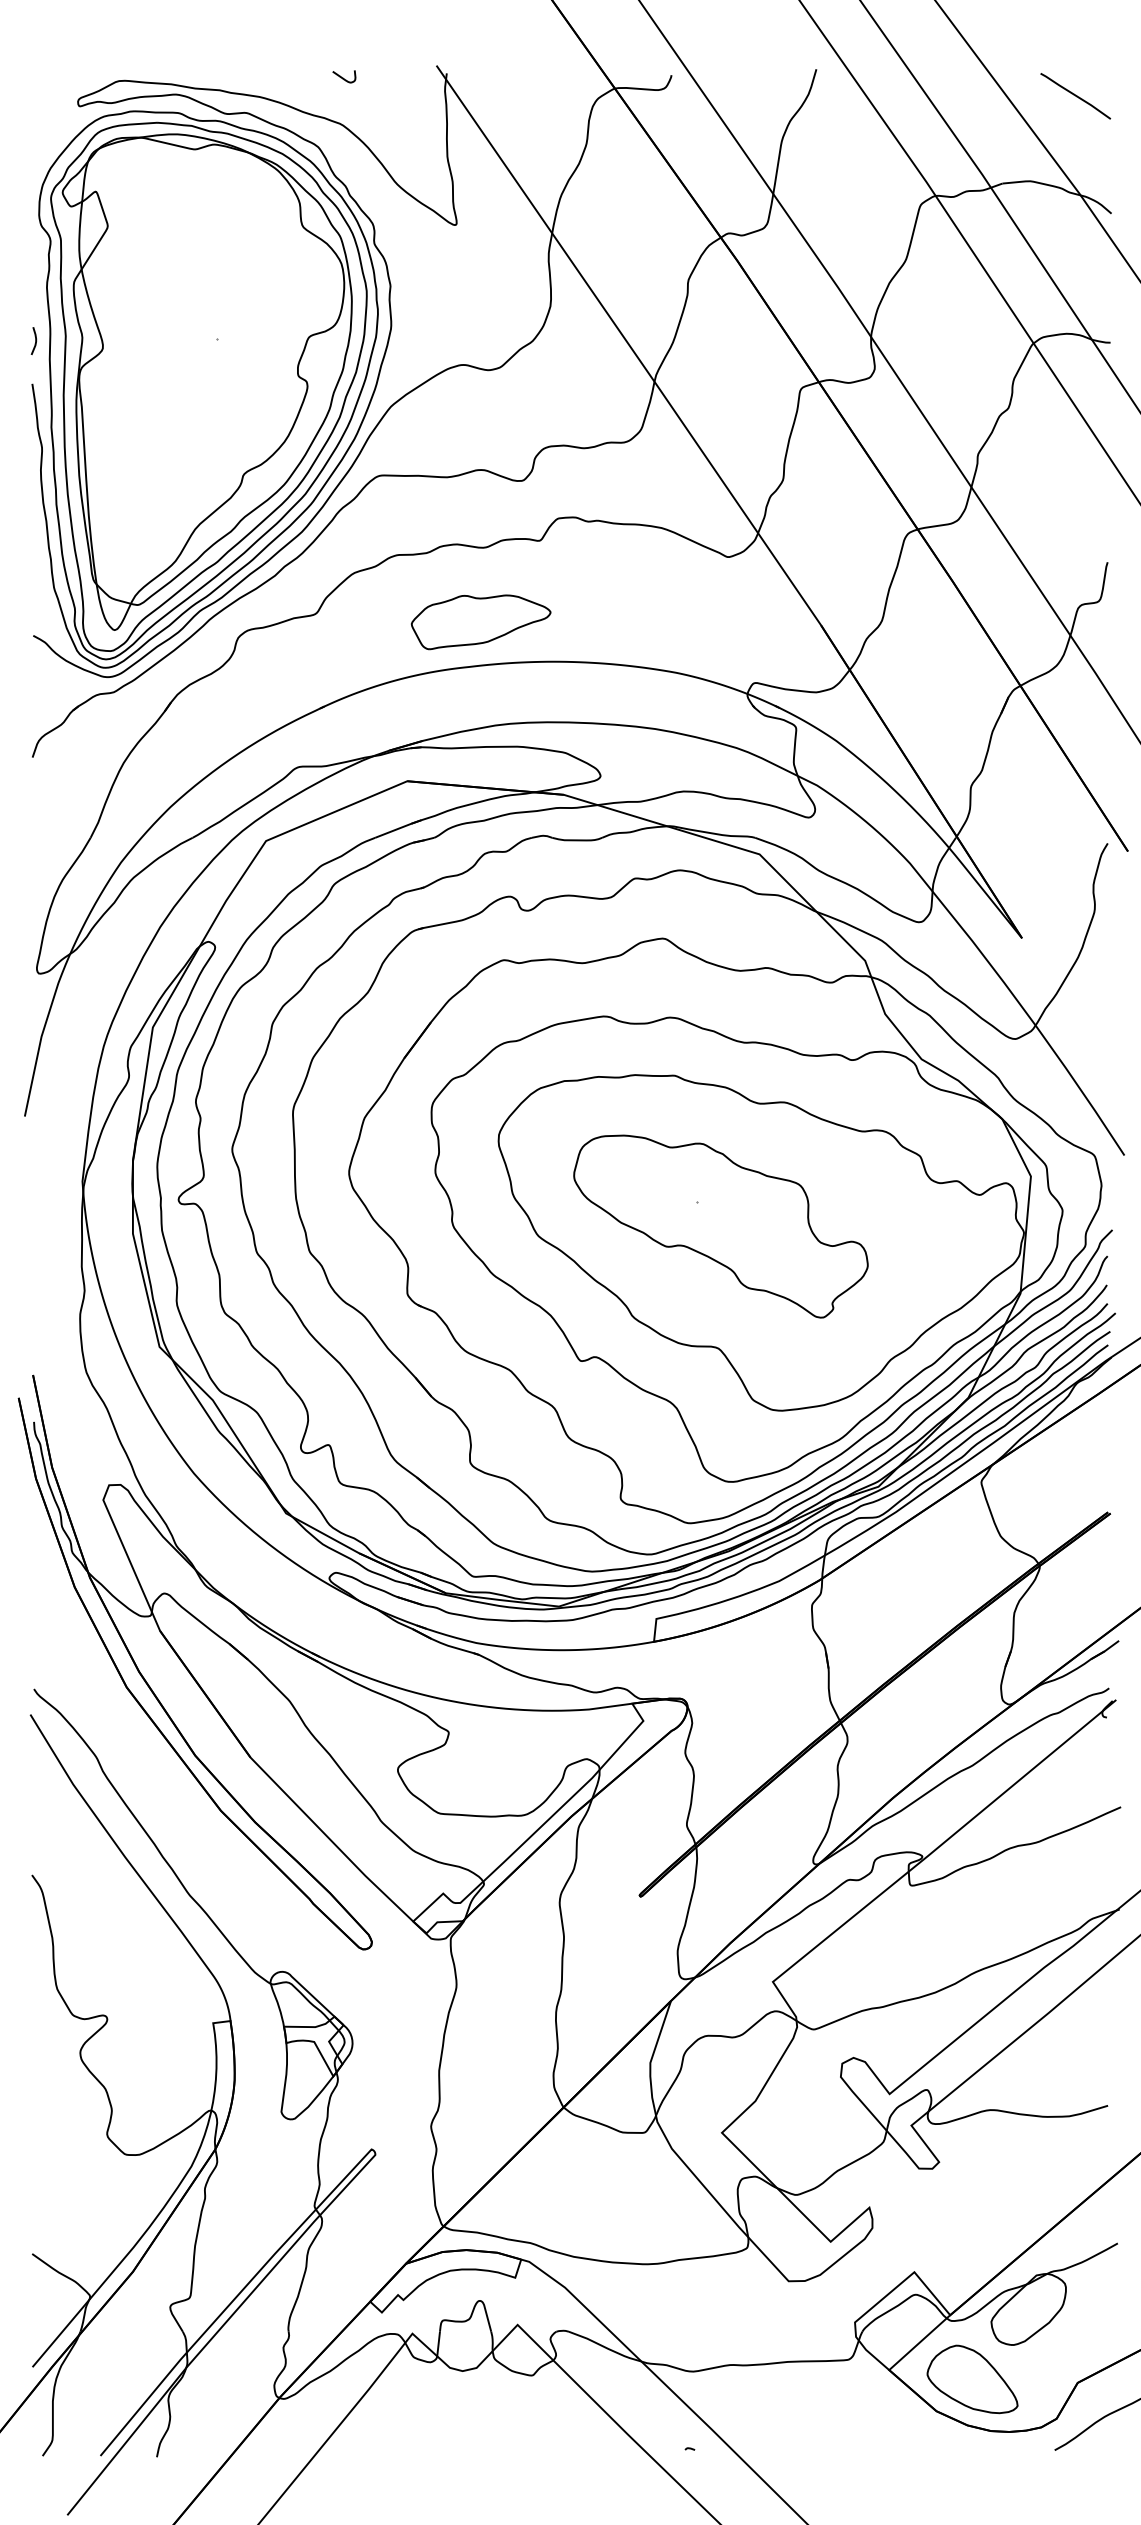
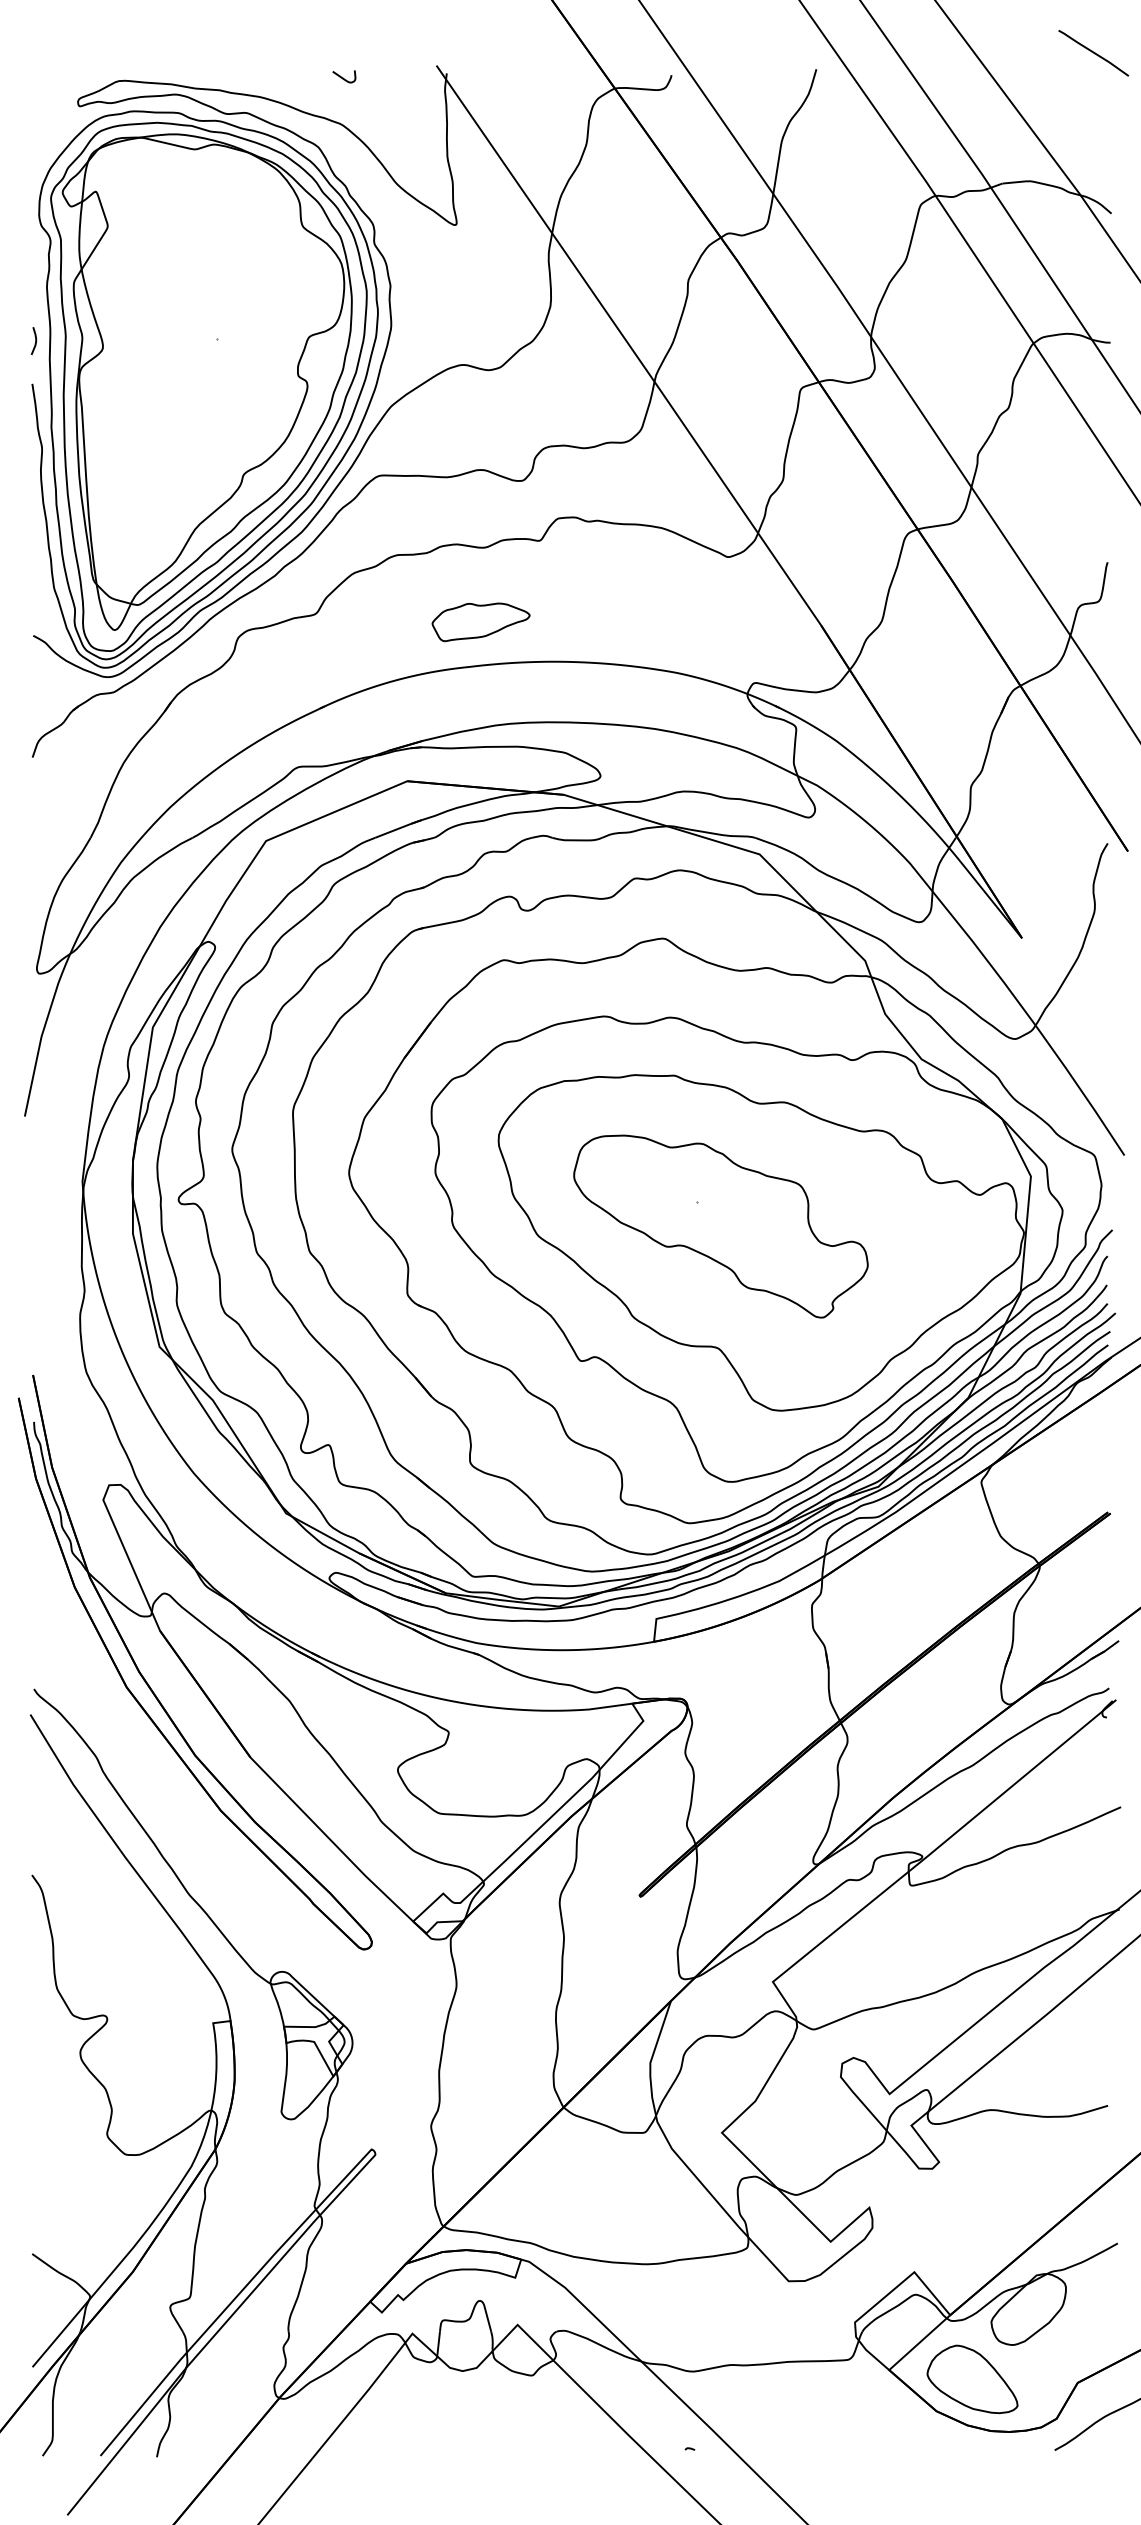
line at (1075, 96) position: (1075, 96) -> (1093, 53)
part at (480, 622) size: 142x57 px -> 100x41 px
